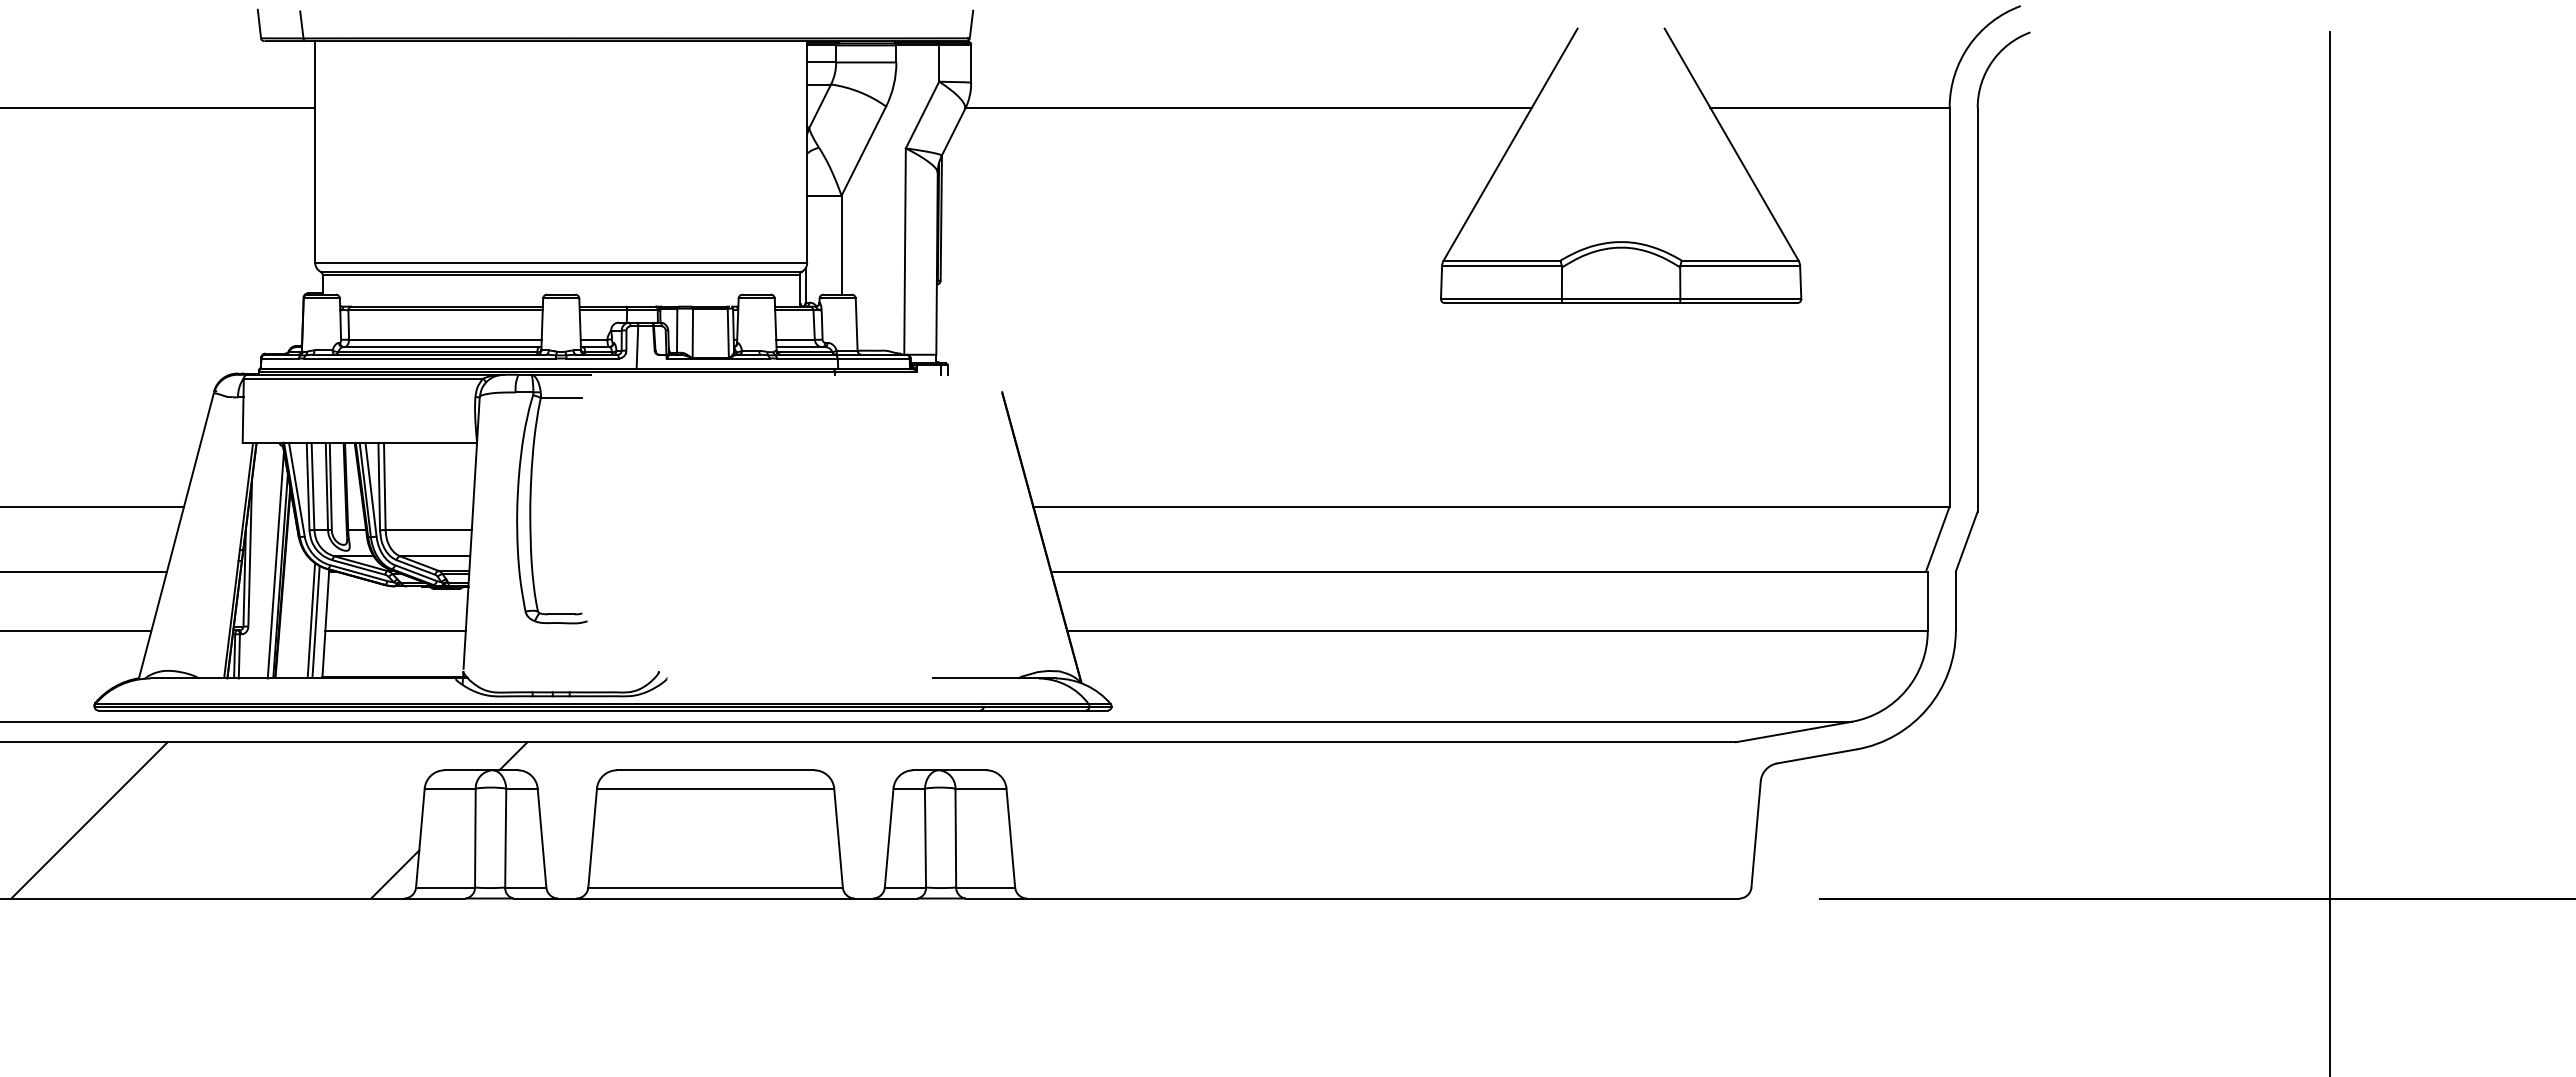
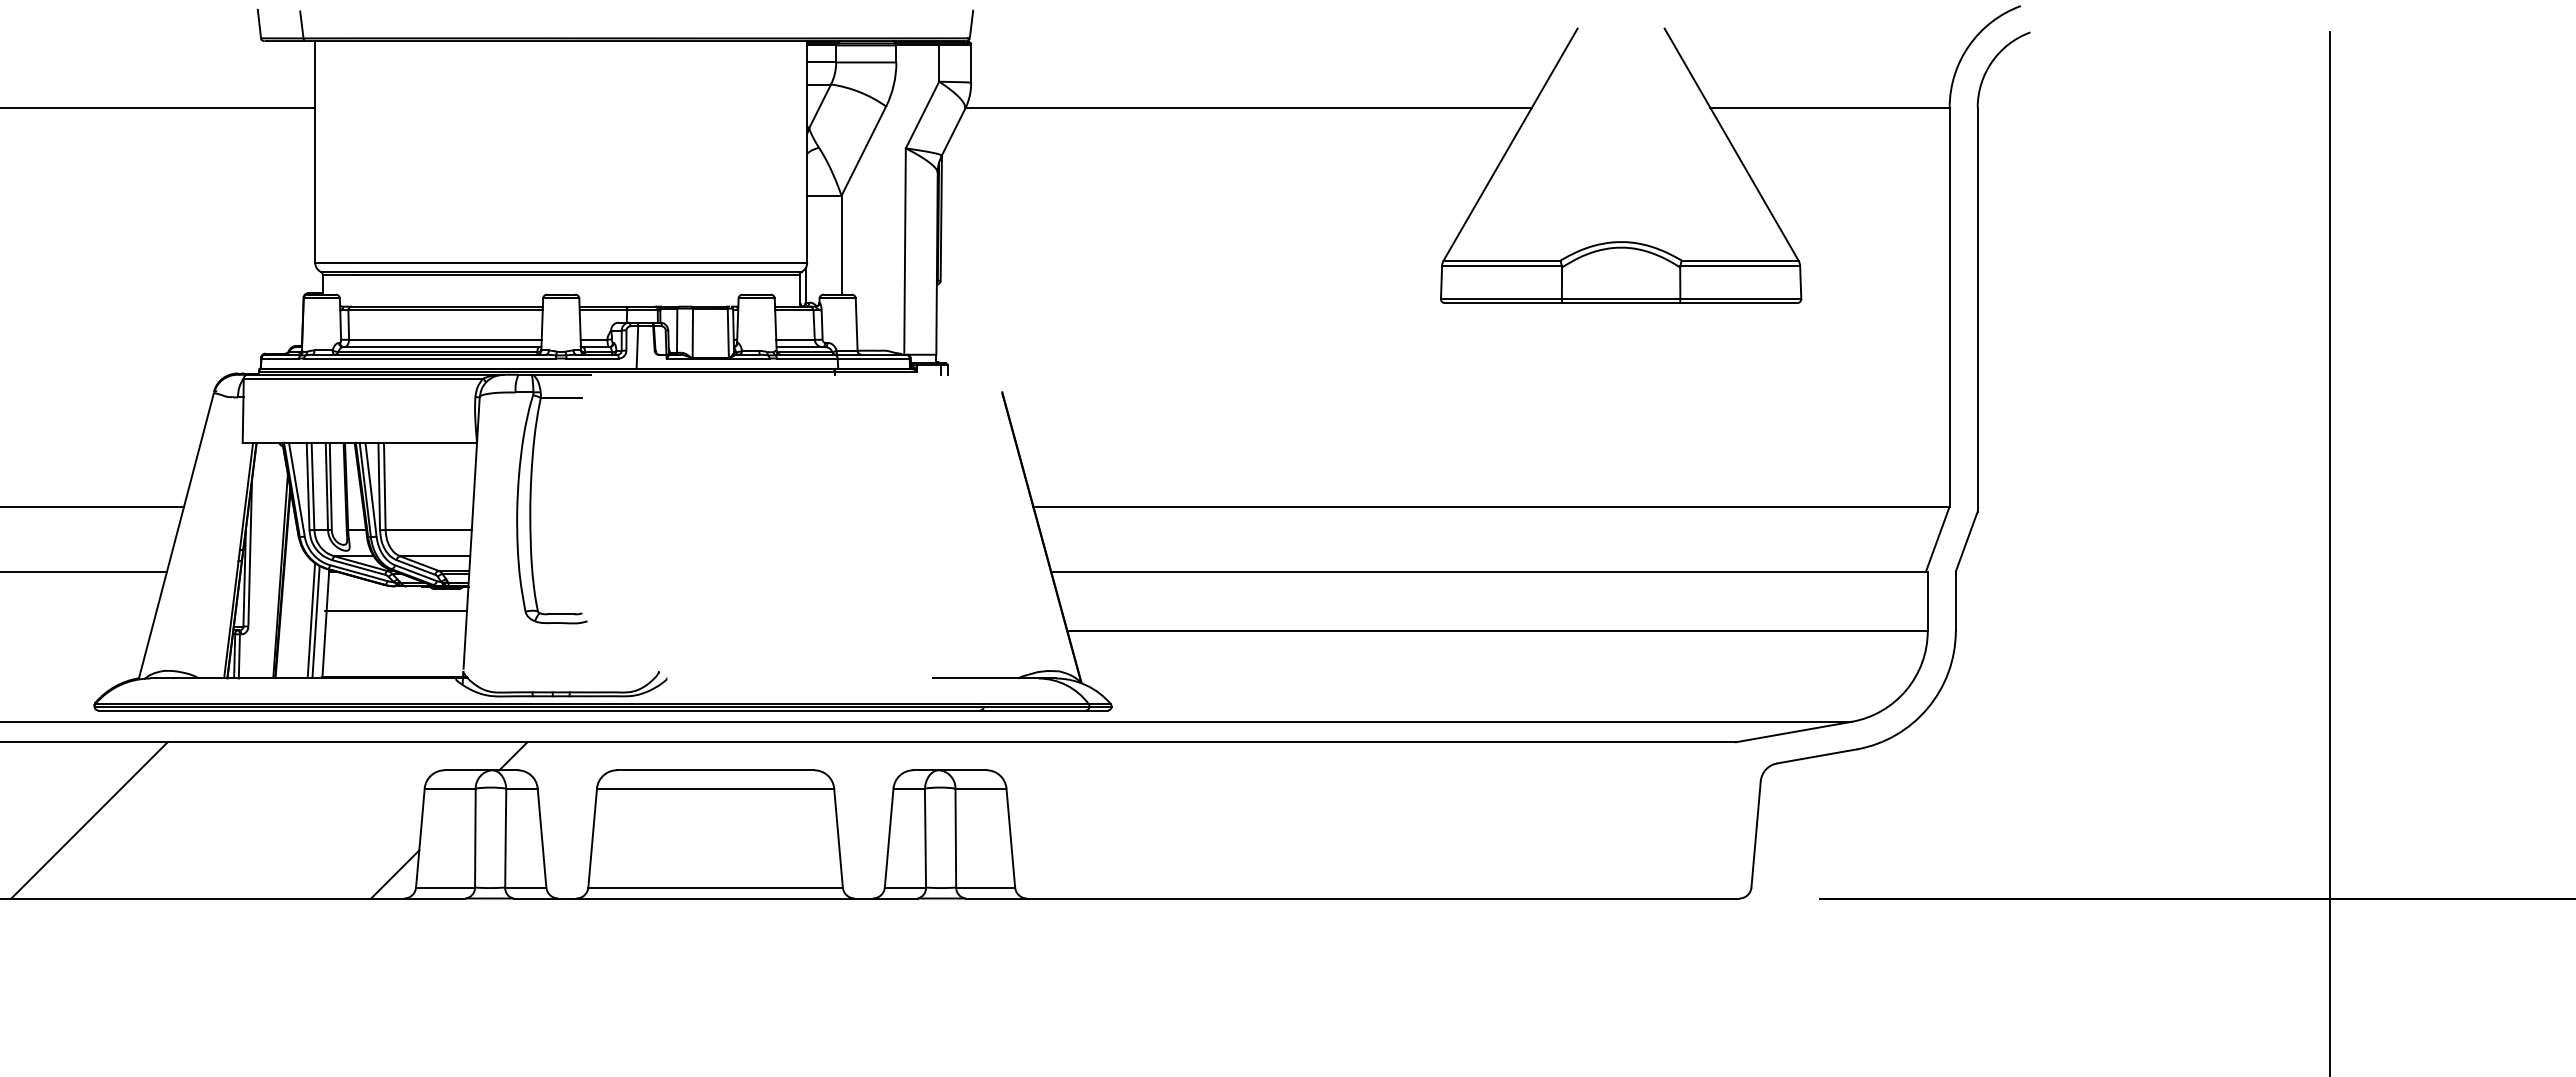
line at (275, 564): present -> none
line at (76, 631): present -> none
line at (395, 631) position: (395, 631) -> (395, 611)
